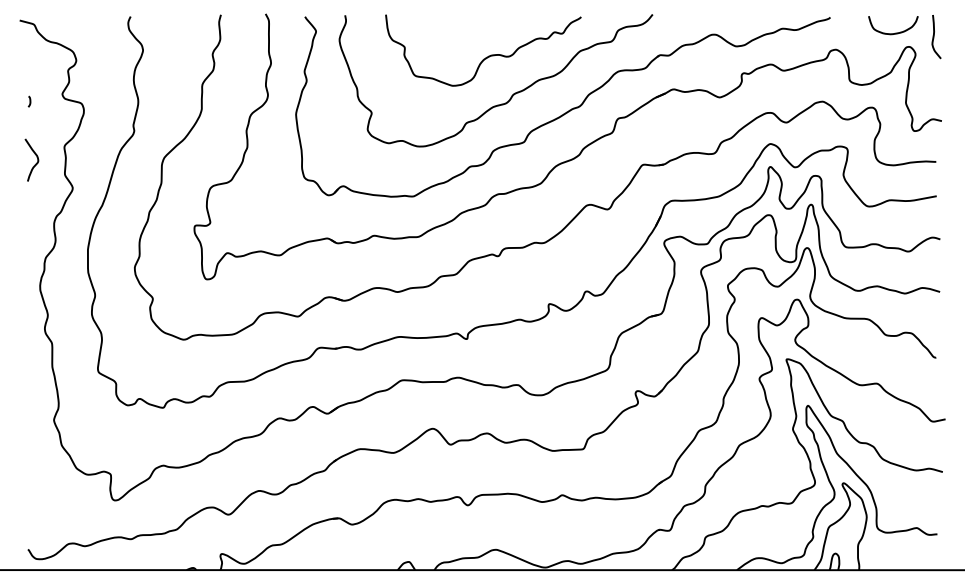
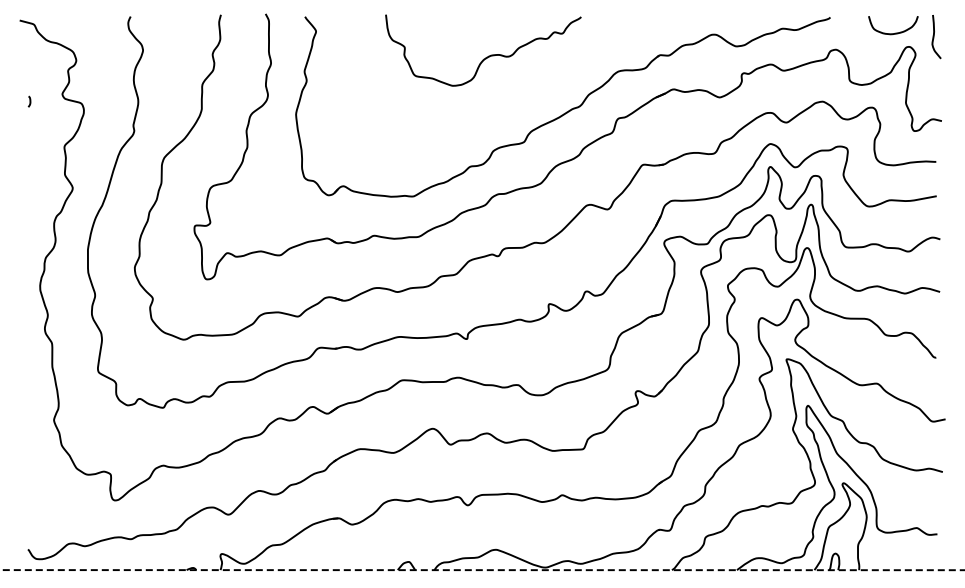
curve at (511, 95): present -> none
curve at (36, 157): present -> none
line at (482, 570): solid -> dashed
